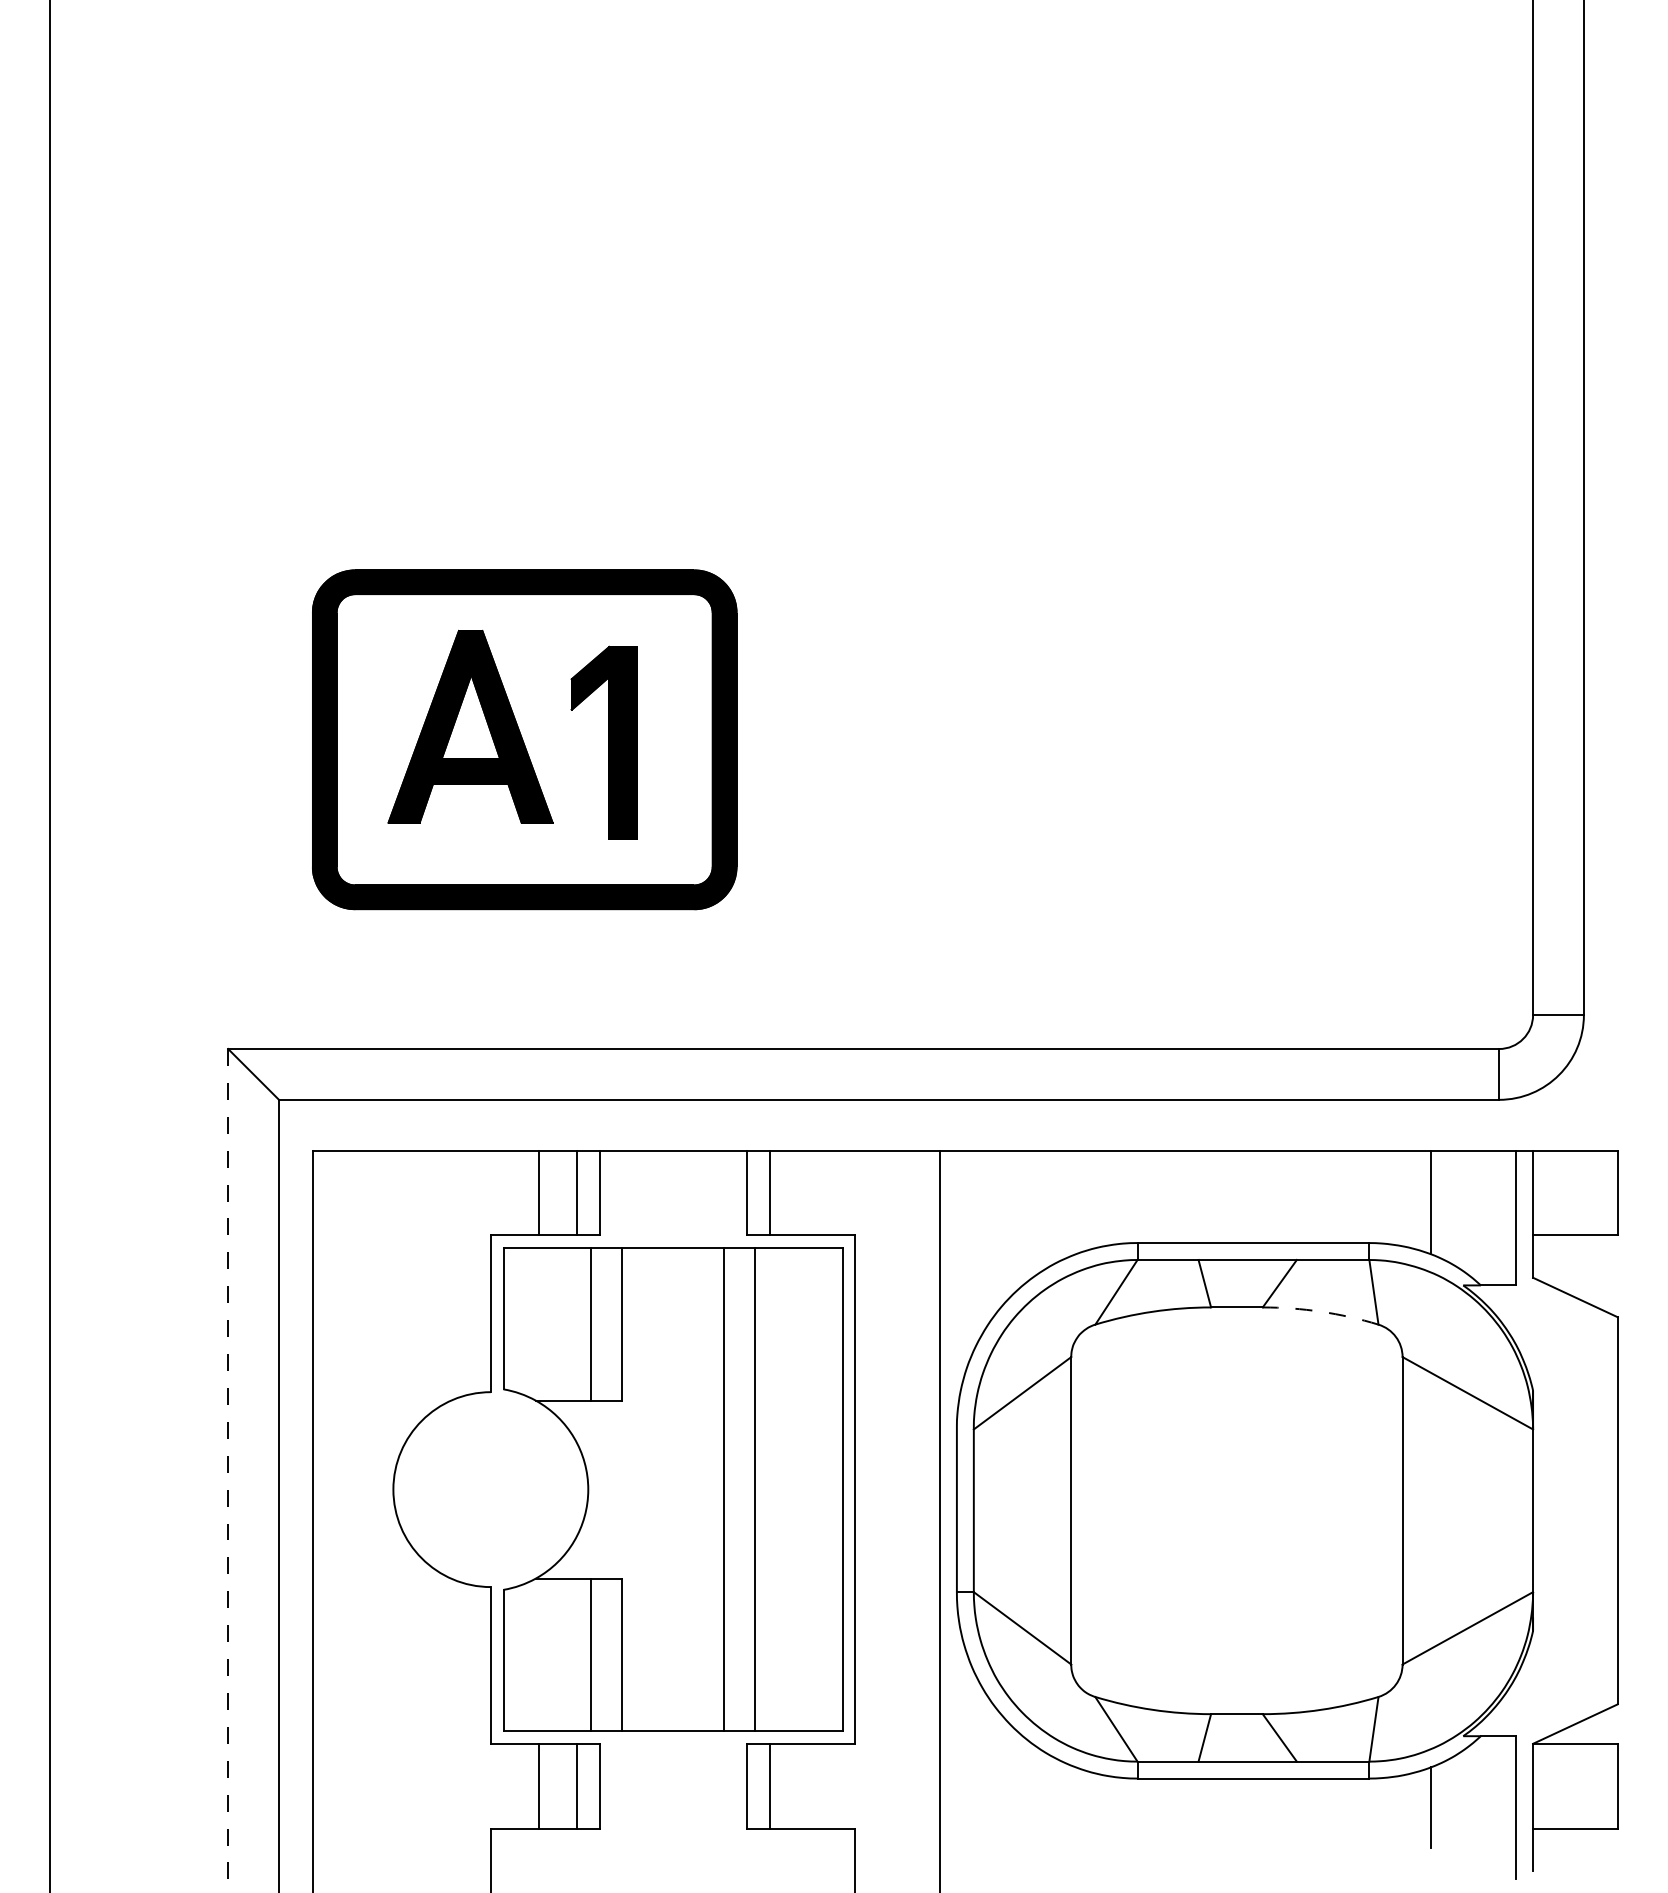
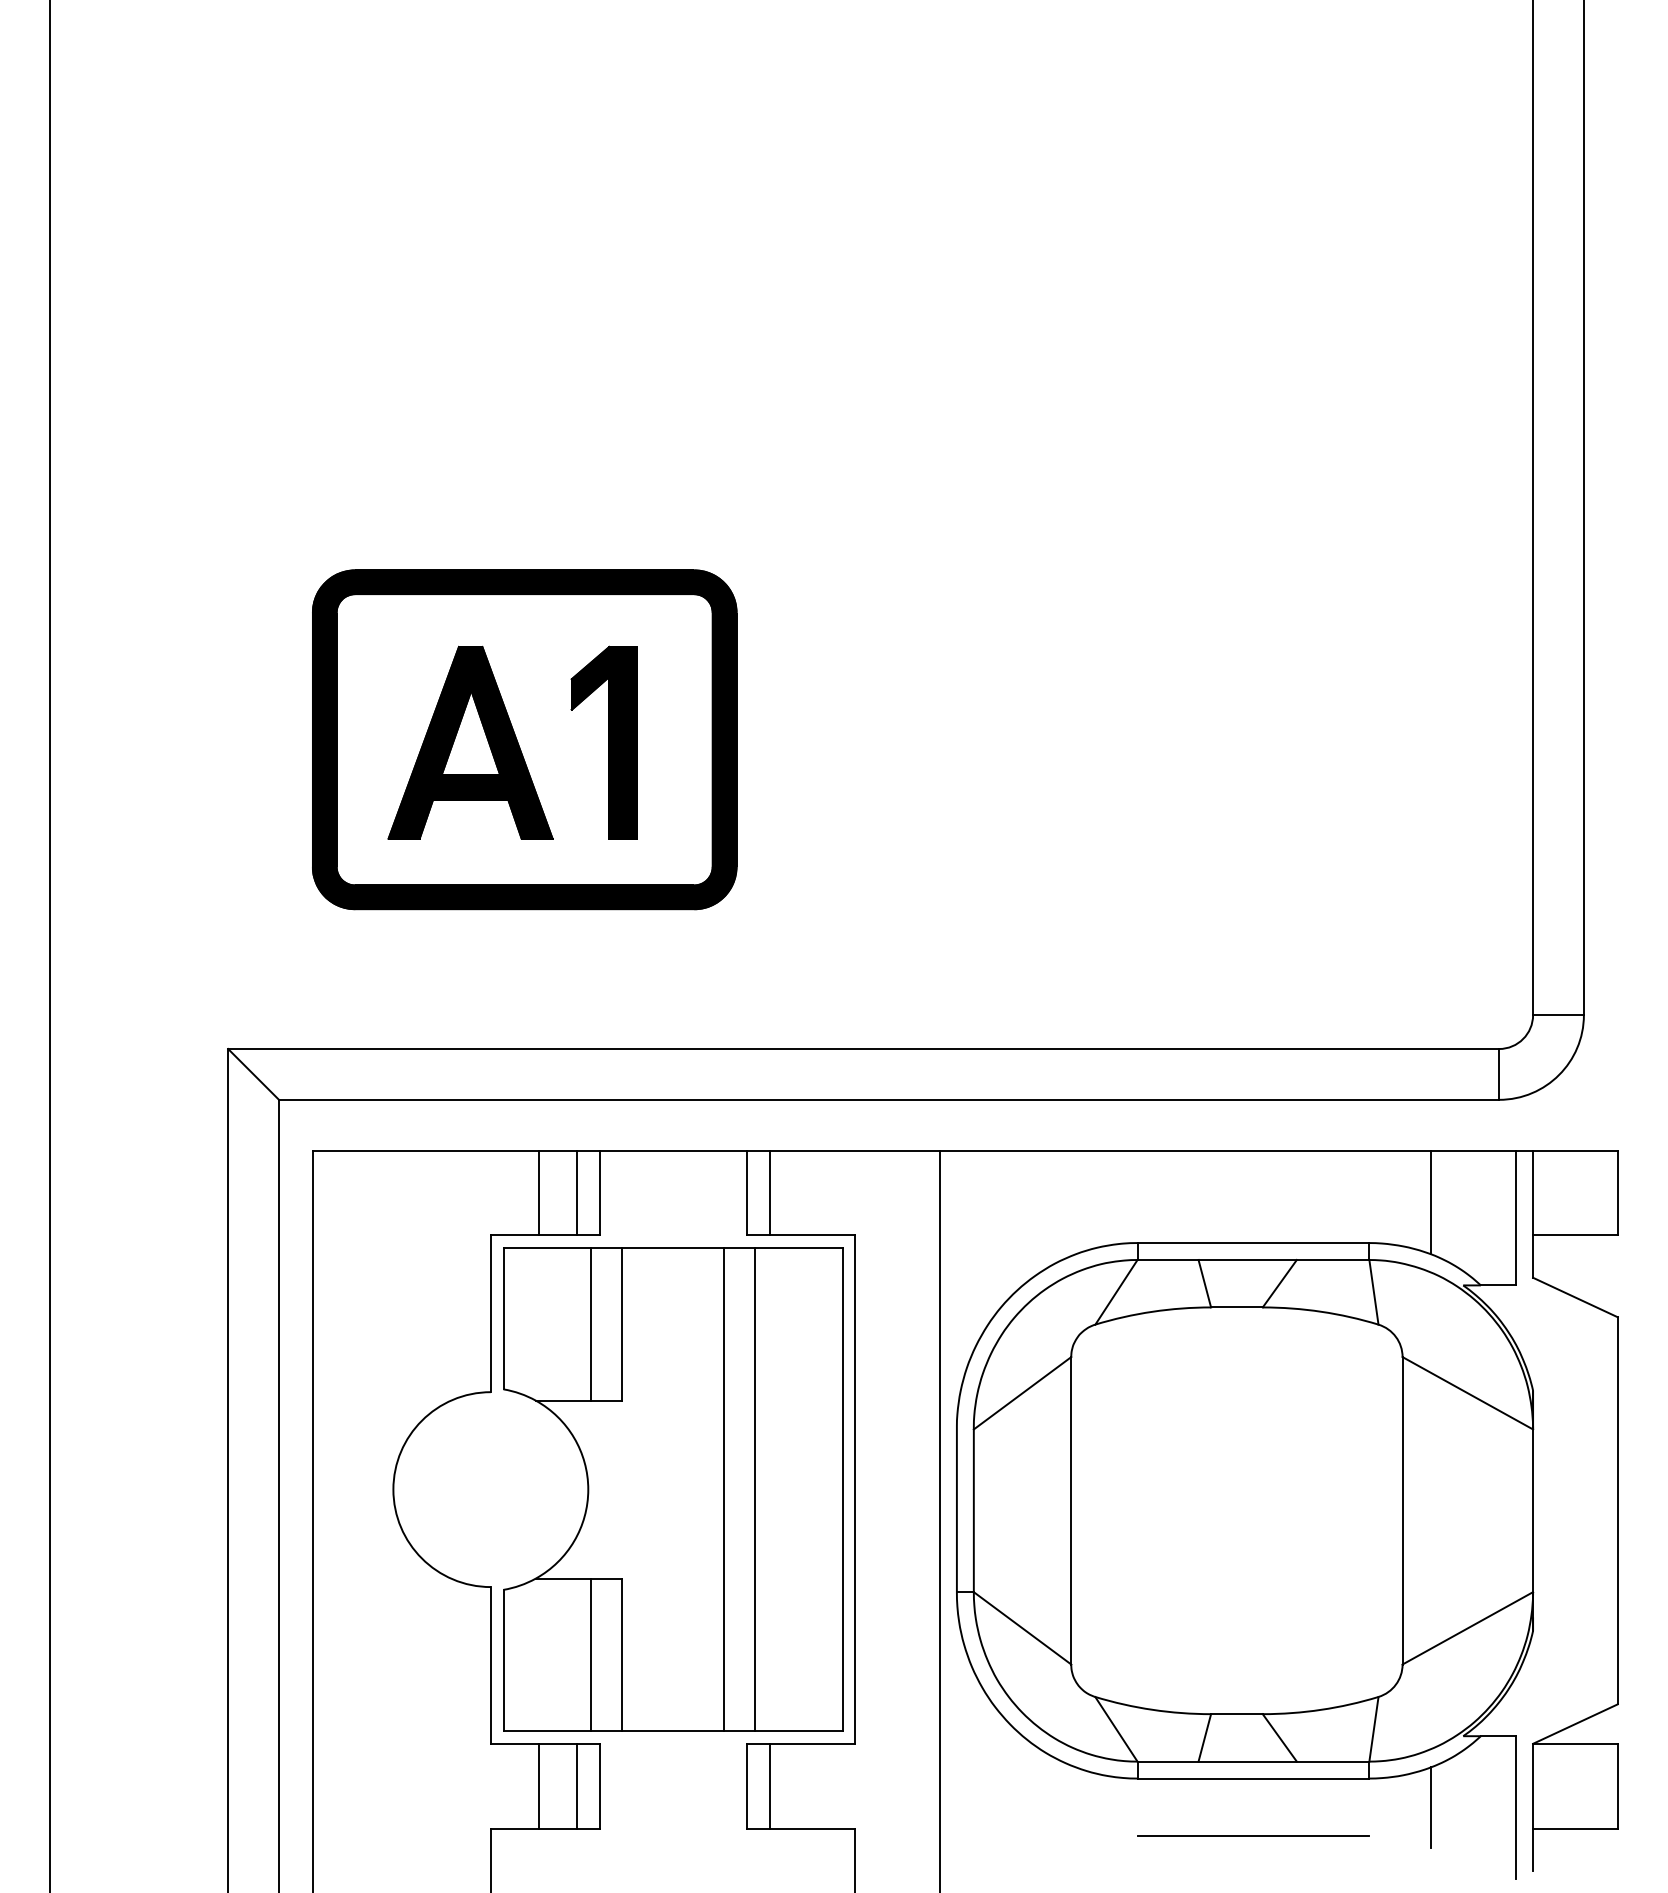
part at (470, 726) position: (470, 726) -> (470, 742)
arc at (1321, 1311): dashed -> solid
line at (228, 1470): dashed -> solid
line at (1253, 1836): none -> present
